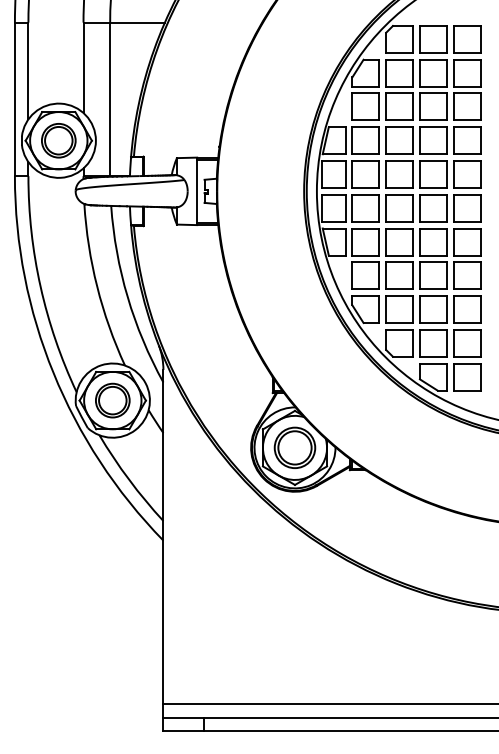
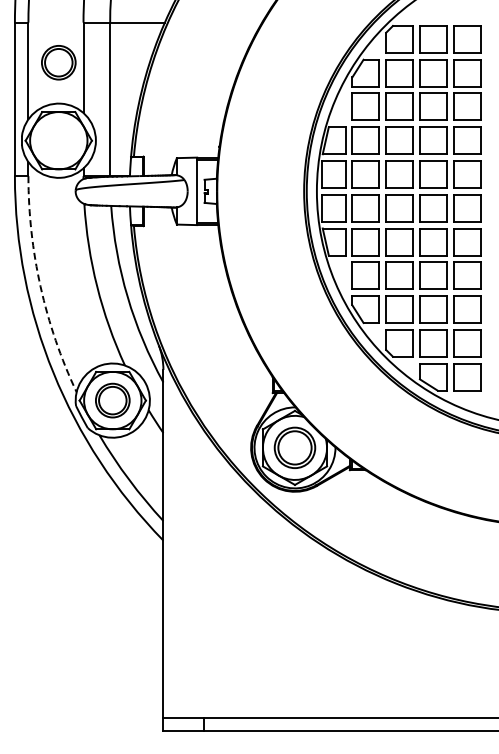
part at (58, 140) position: (58, 140) -> (58, 62)
arc at (40, 286): solid -> dashed
line at (329, 704): present -> none
